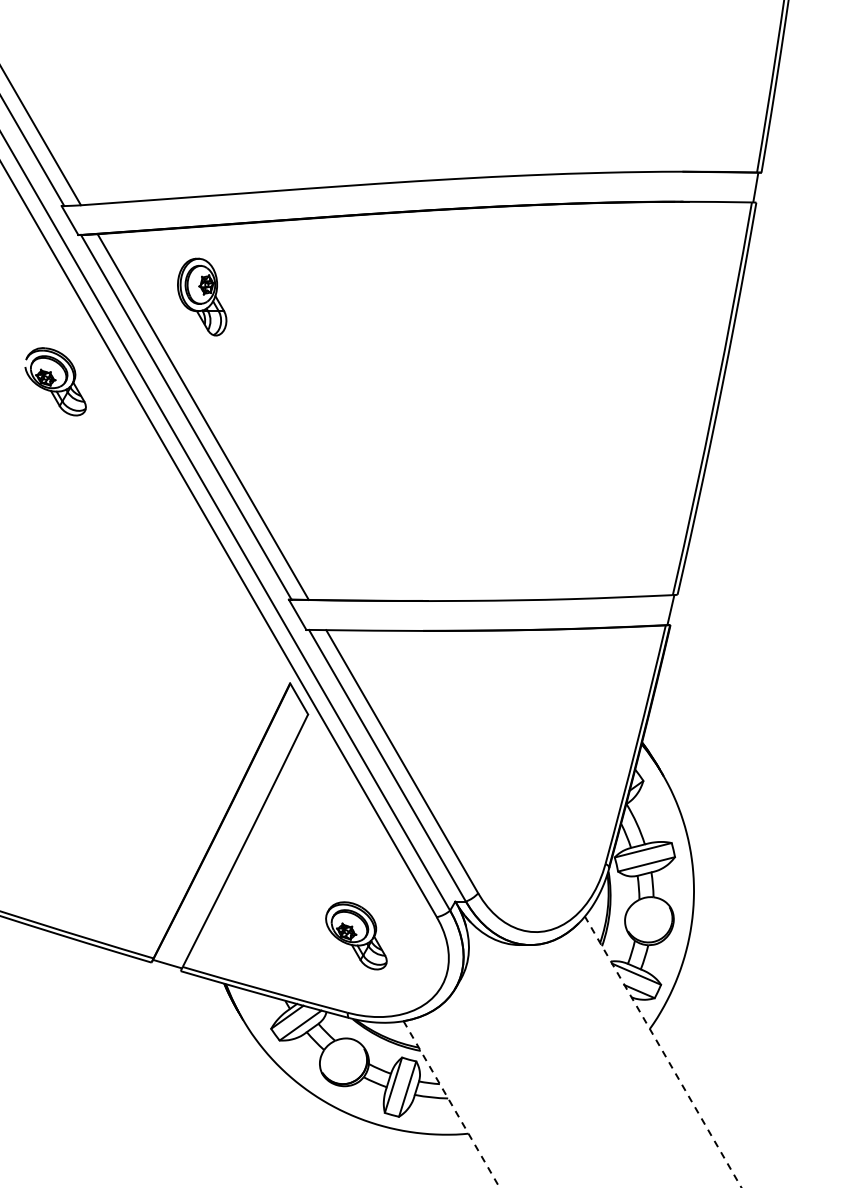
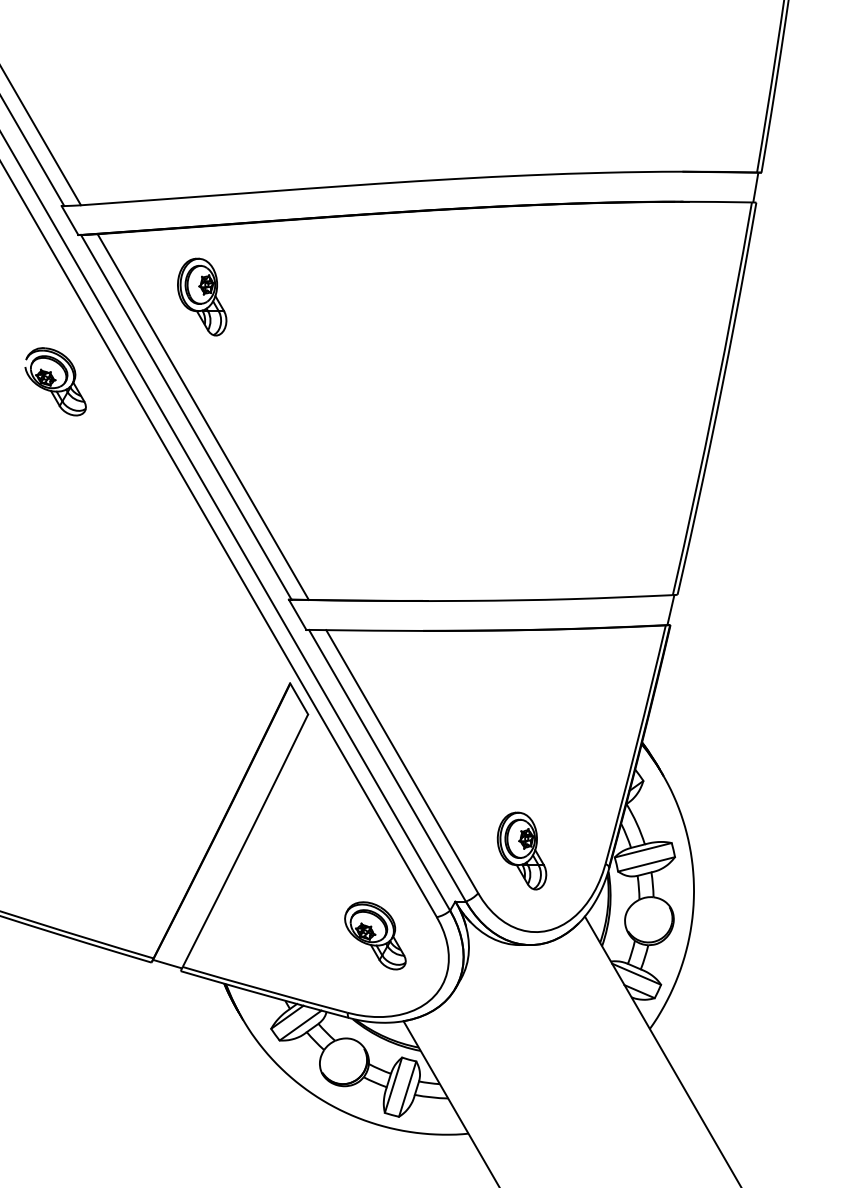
part at (521, 850): none -> present
part at (356, 935) position: (356, 935) -> (375, 935)
line at (662, 1051): dashed -> solid
line at (451, 1104): dashed -> solid
